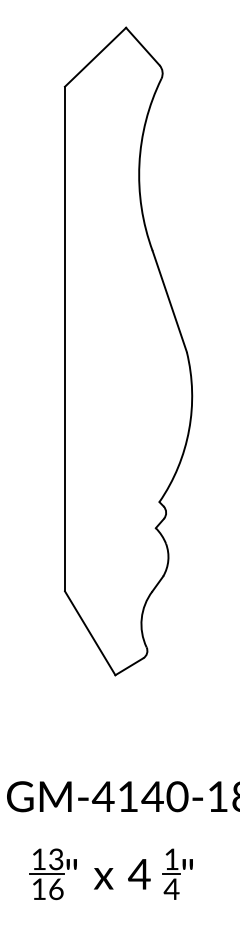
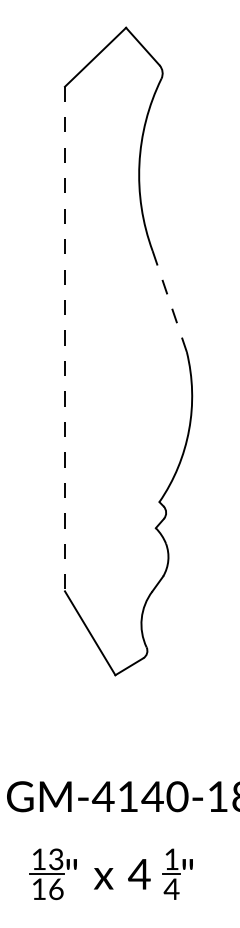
line at (169, 301): solid -> dashed
line at (64, 339): solid -> dashed
